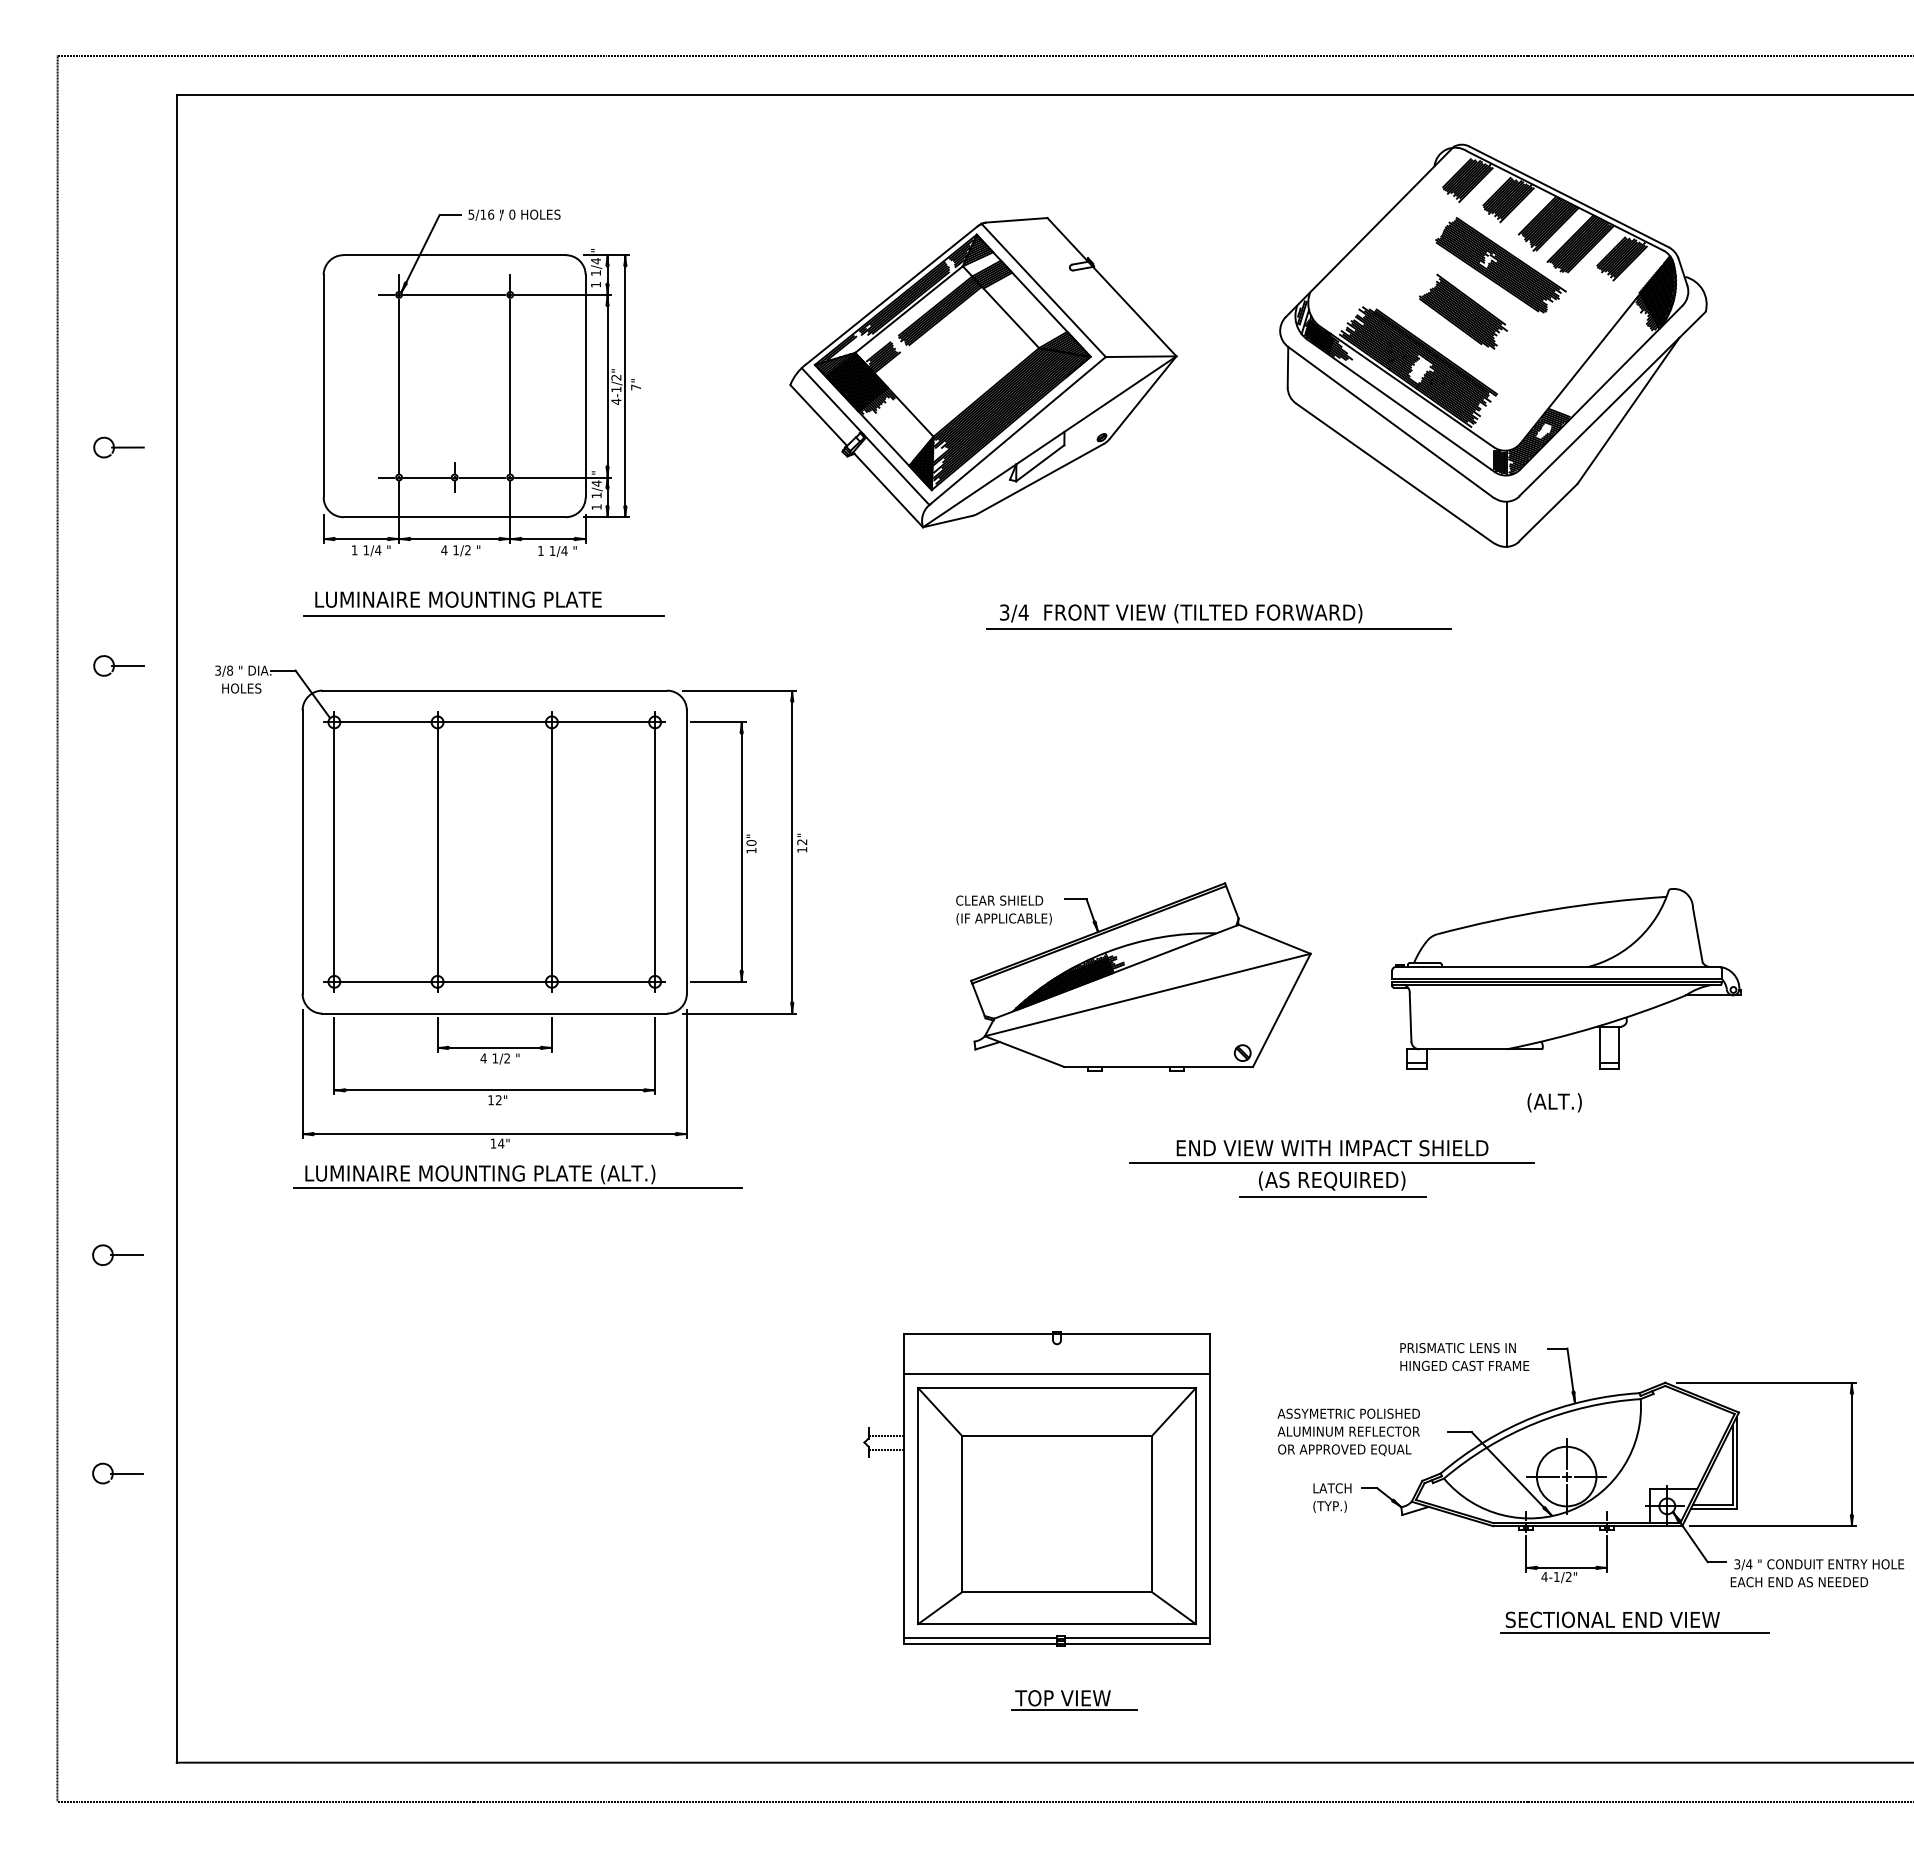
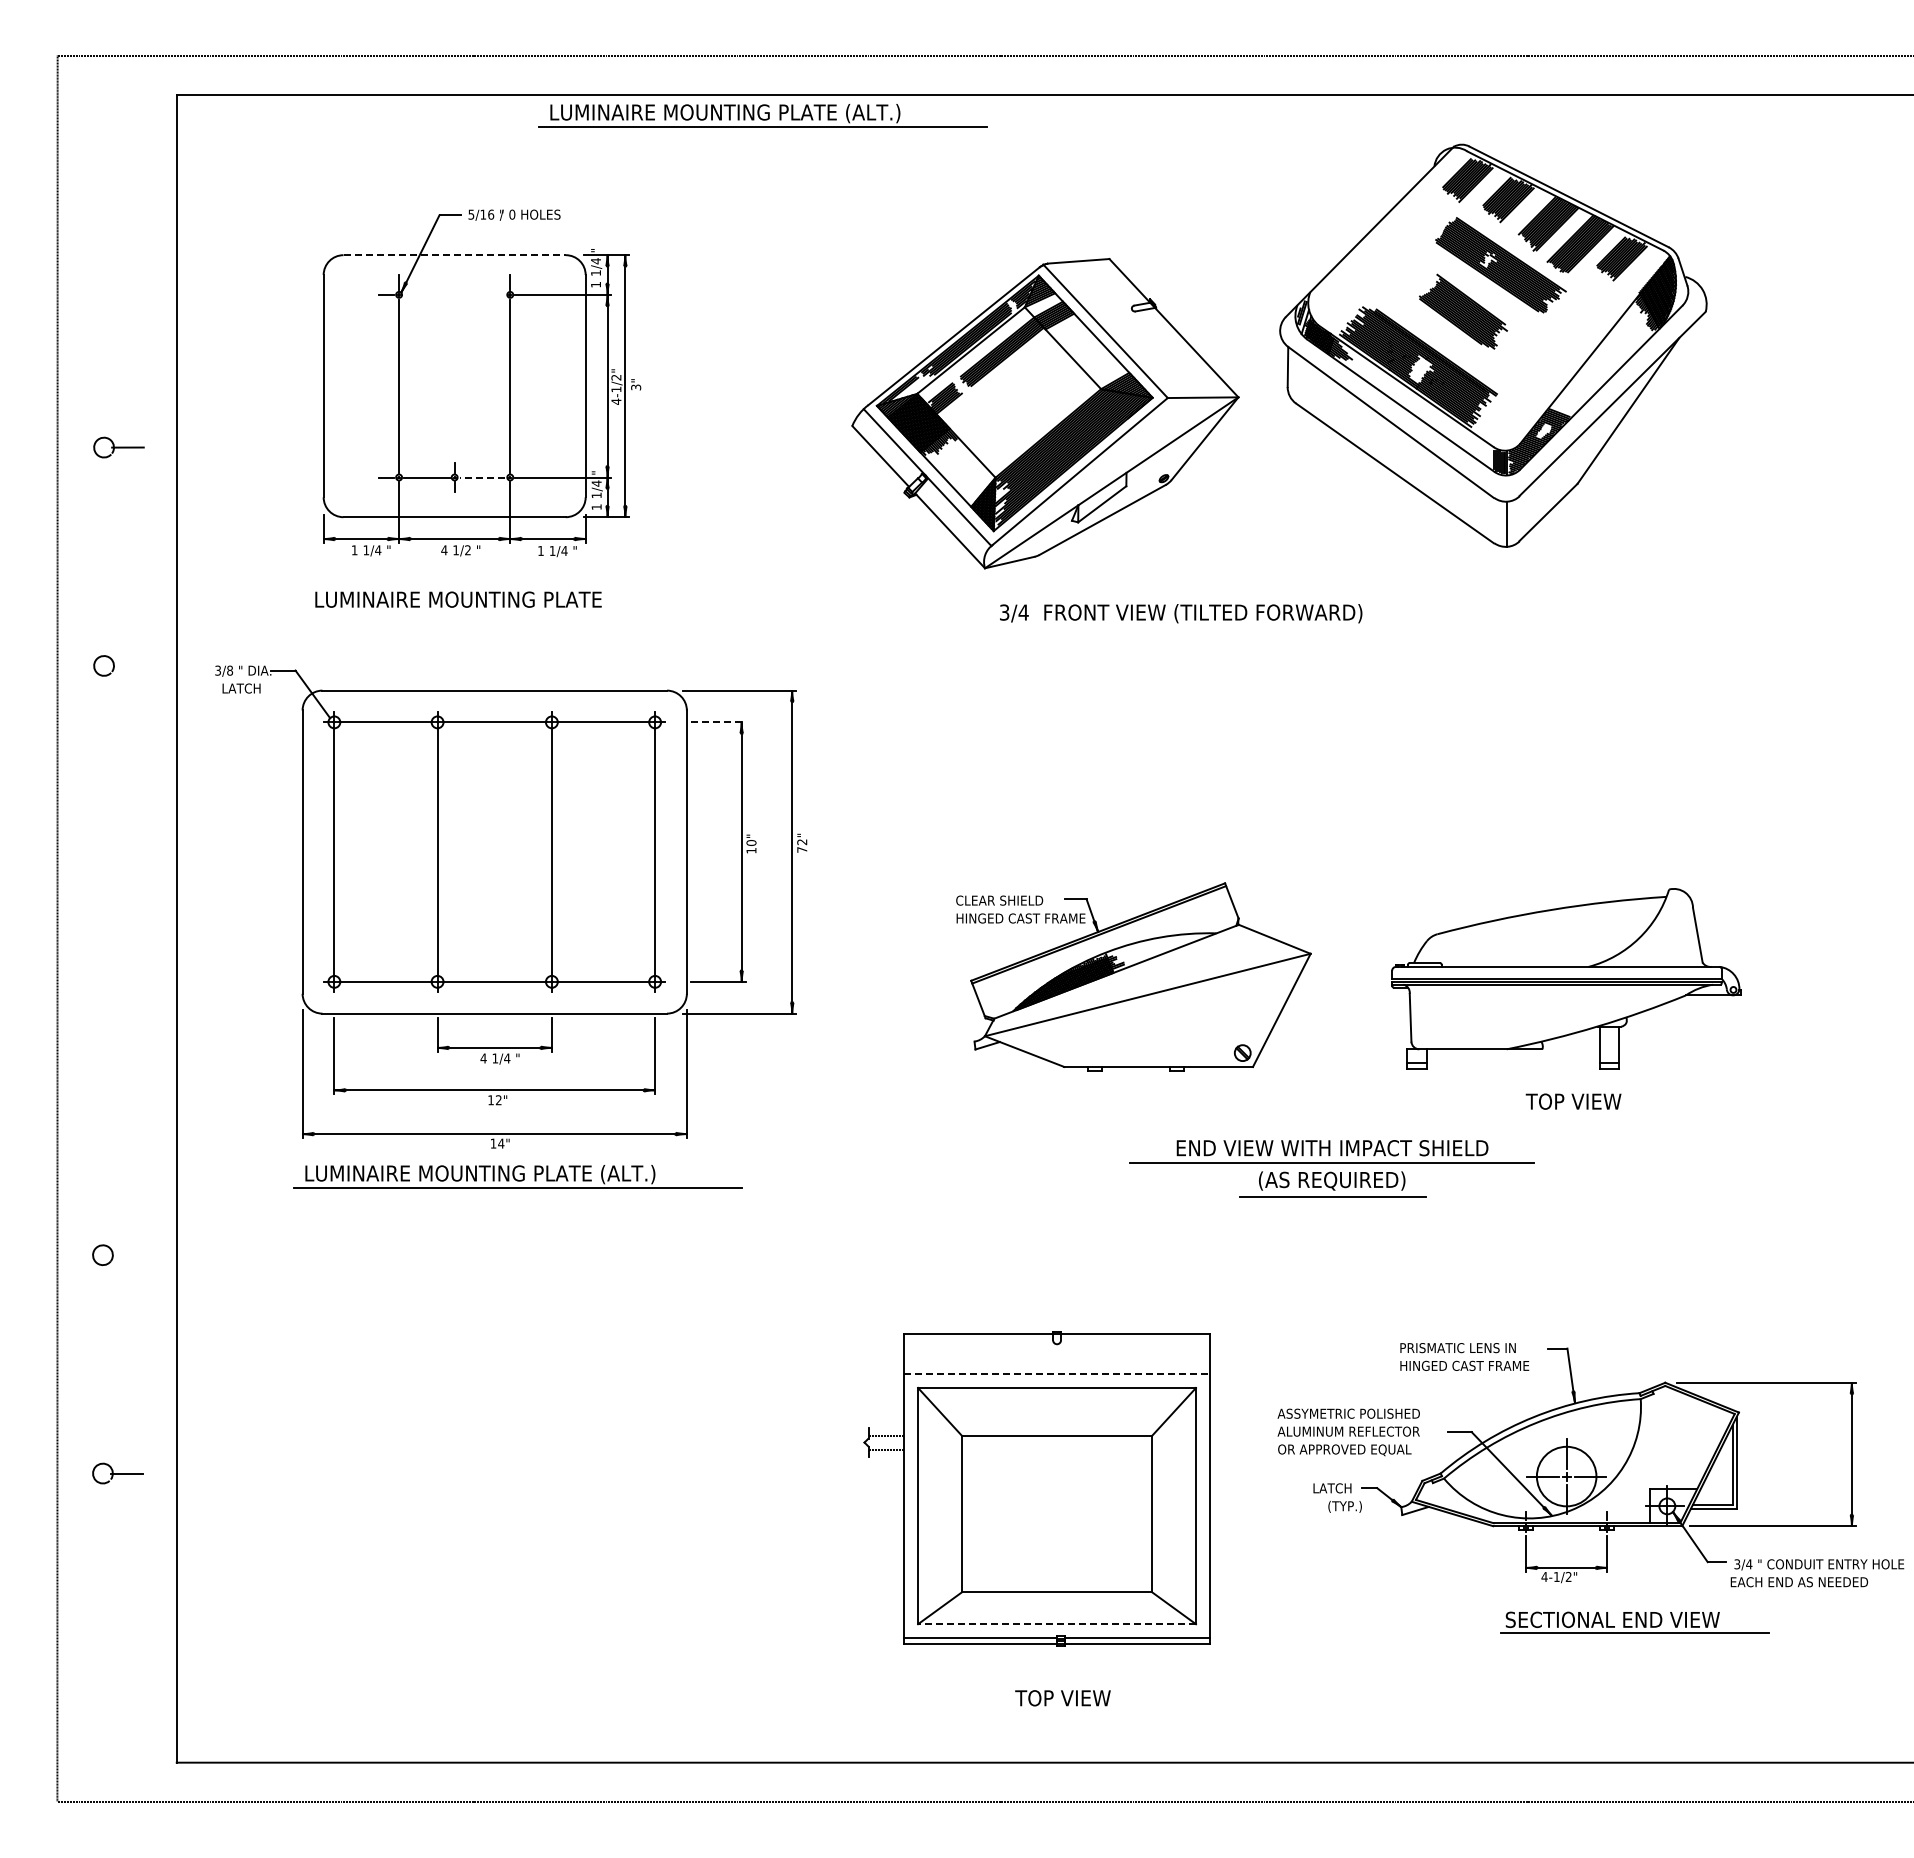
part at (762, 115): none -> present
line at (455, 255): solid -> dashed
line at (454, 294): present -> none
part at (983, 372) position: (983, 372) -> (1045, 413)
text at (636, 387): 7" -> 3"
line at (482, 477): solid -> dashed
line at (483, 615): present -> none
line at (1219, 628): present -> none
line at (127, 665): present -> none
text at (241, 688): HOLES -> LATCH
line at (718, 722): solid -> dashed
text at (802, 849): 12" -> 72"
text at (1020, 919): (IF APPLICABLE) -> HINGED CAST FRAME
text at (507, 1058): 1/2 -> 1/4
text at (1573, 1102): (ALT.) -> TOP VIEW
line at (126, 1255): present -> none
line at (1057, 1374): solid -> dashed
text at (1329, 1506) position: (1329, 1506) -> (1344, 1506)
line at (1057, 1624): solid -> dashed
line at (1074, 1710): present -> none
